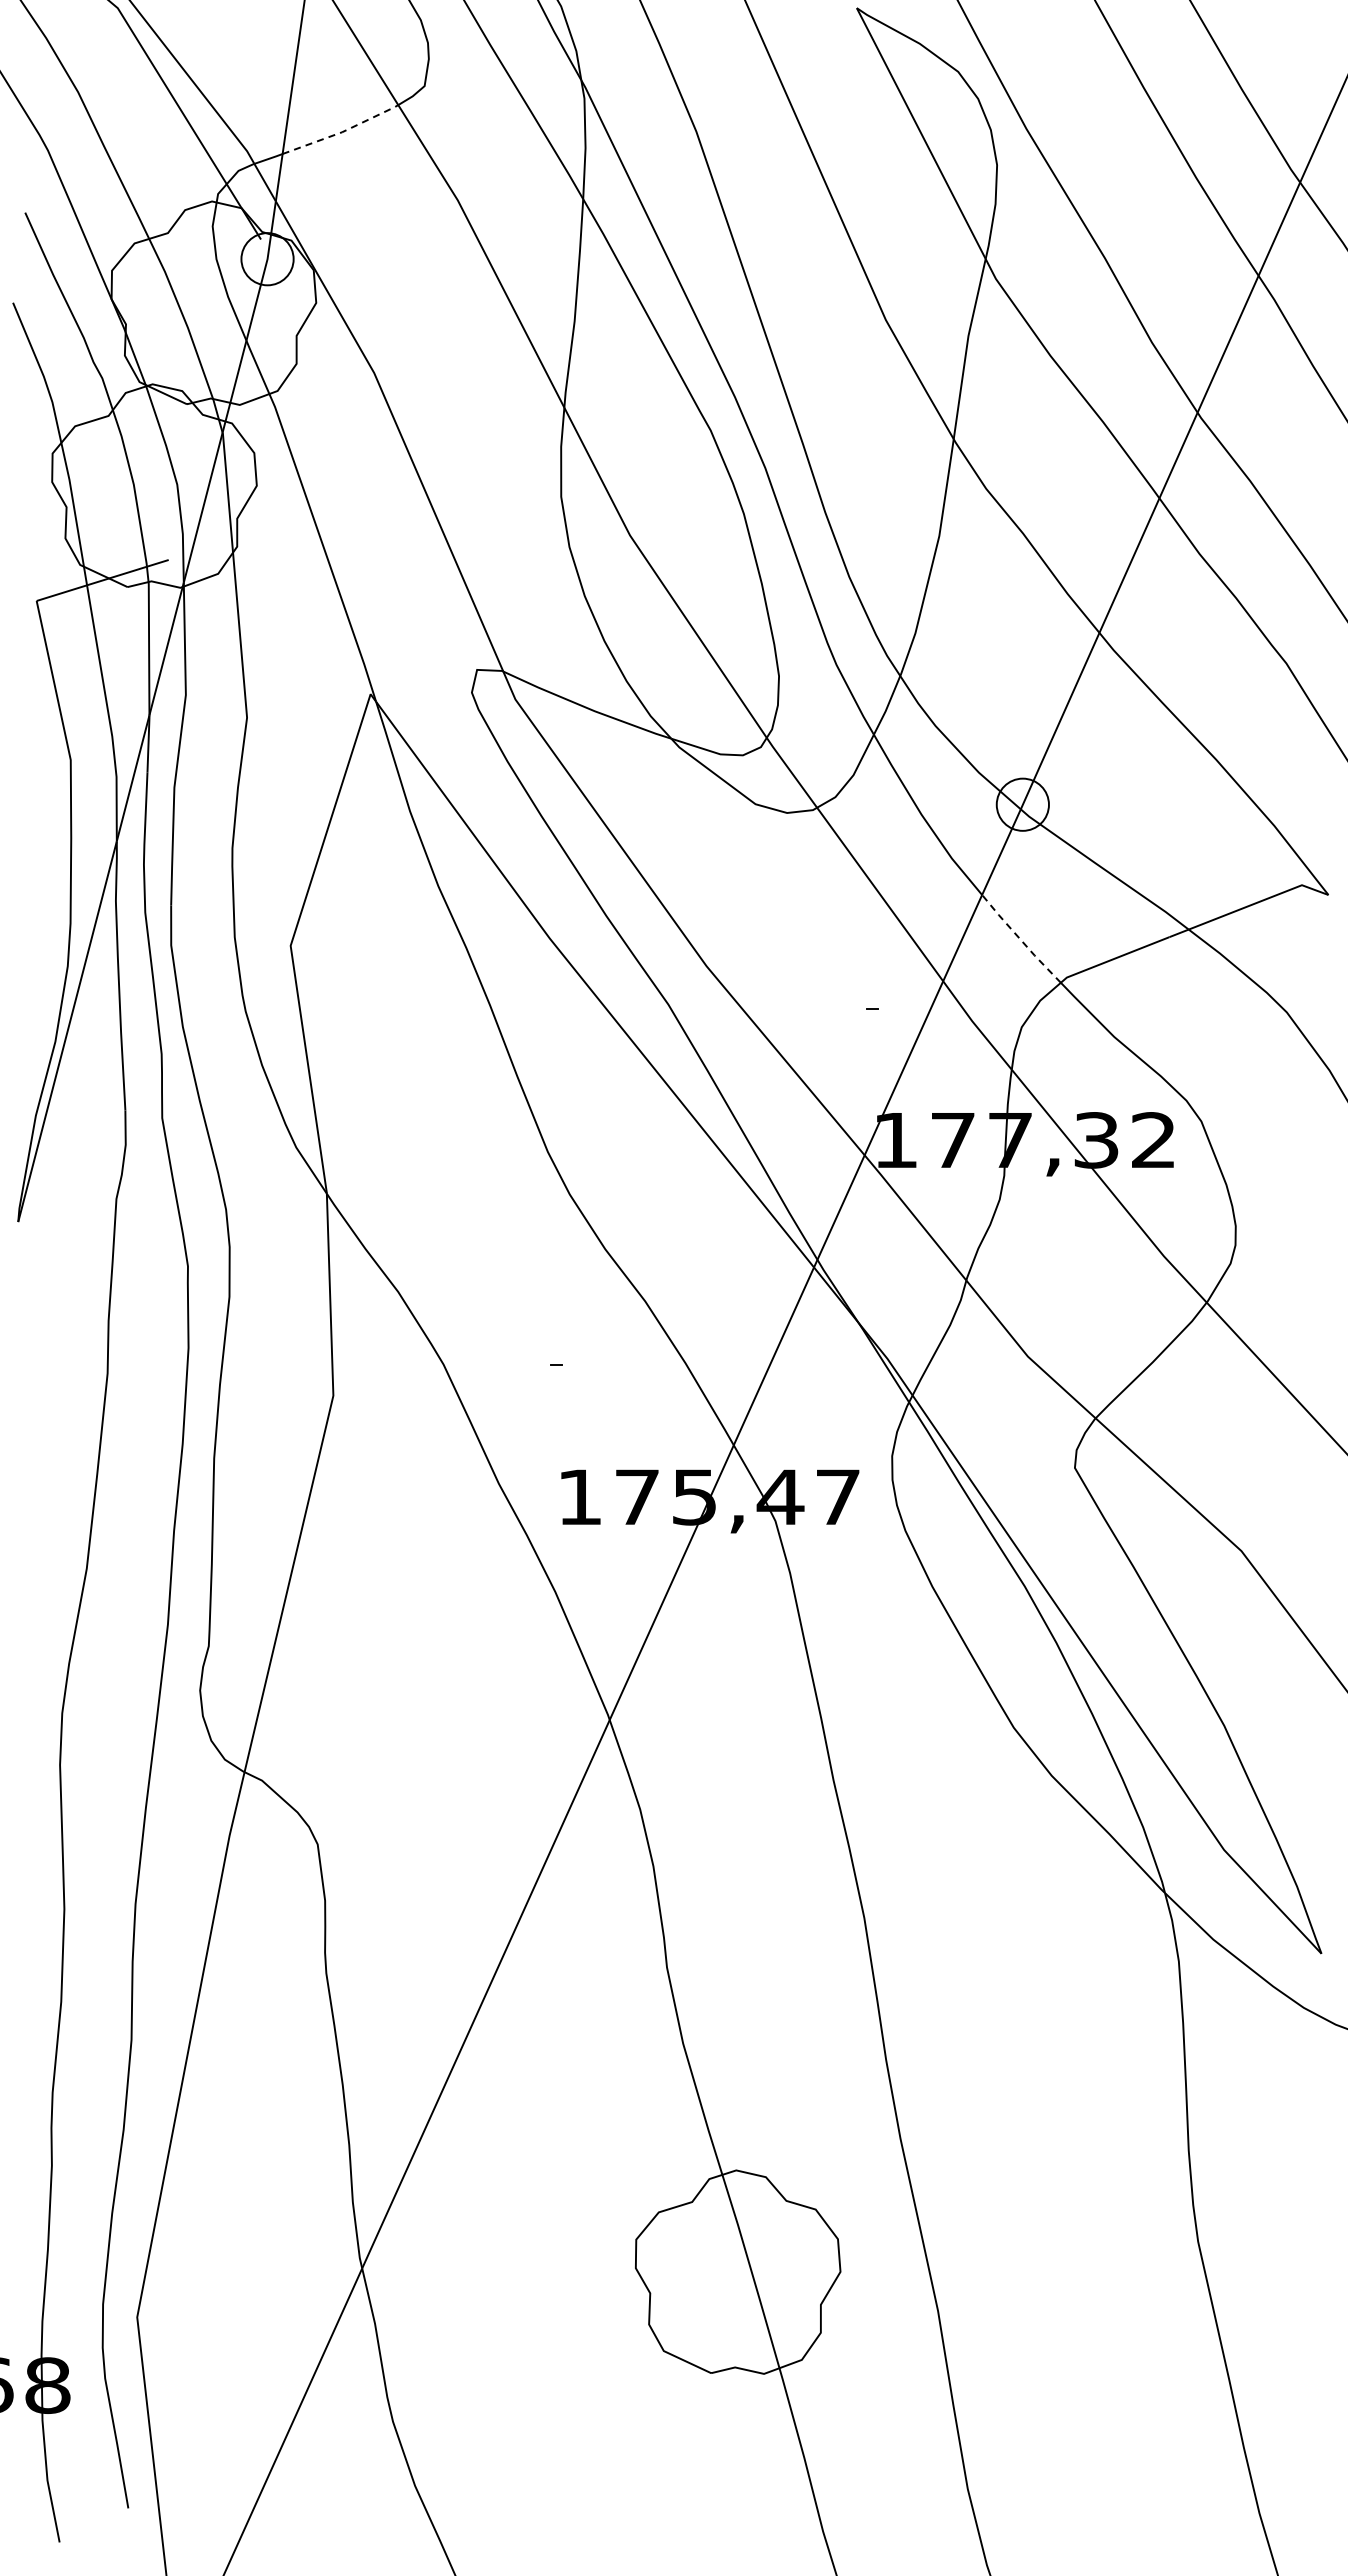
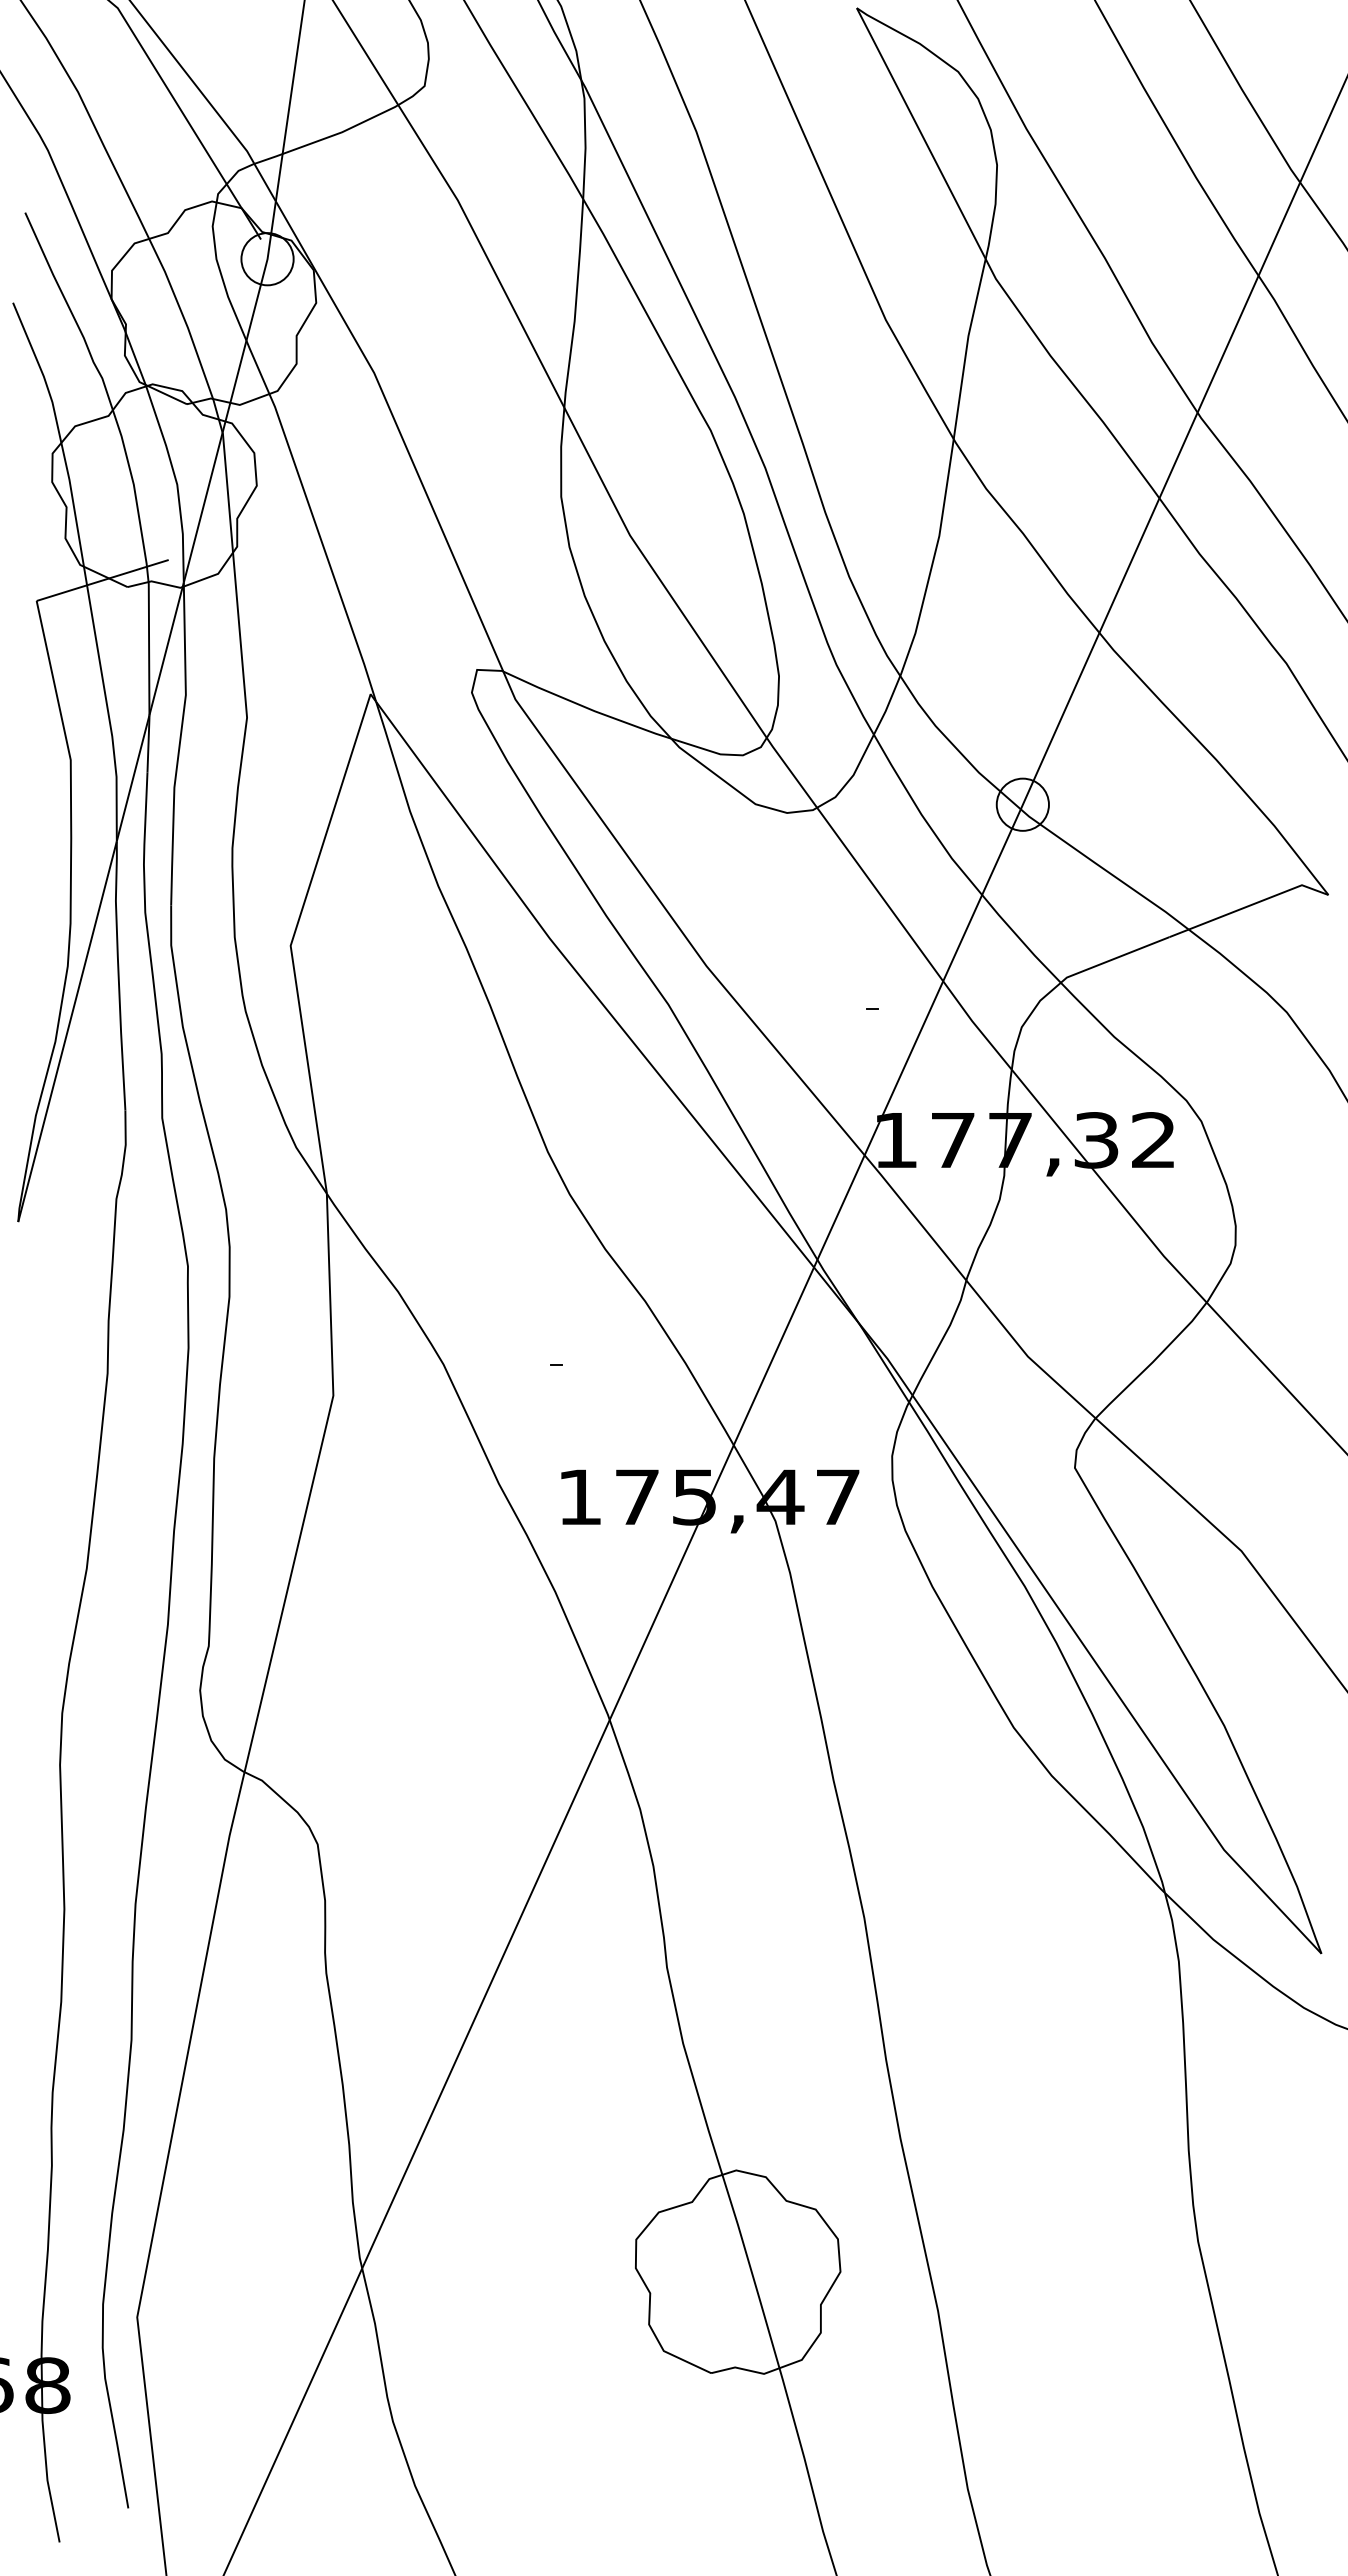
line at (342, 132): dashed -> solid
line at (1020, 939): dashed -> solid
